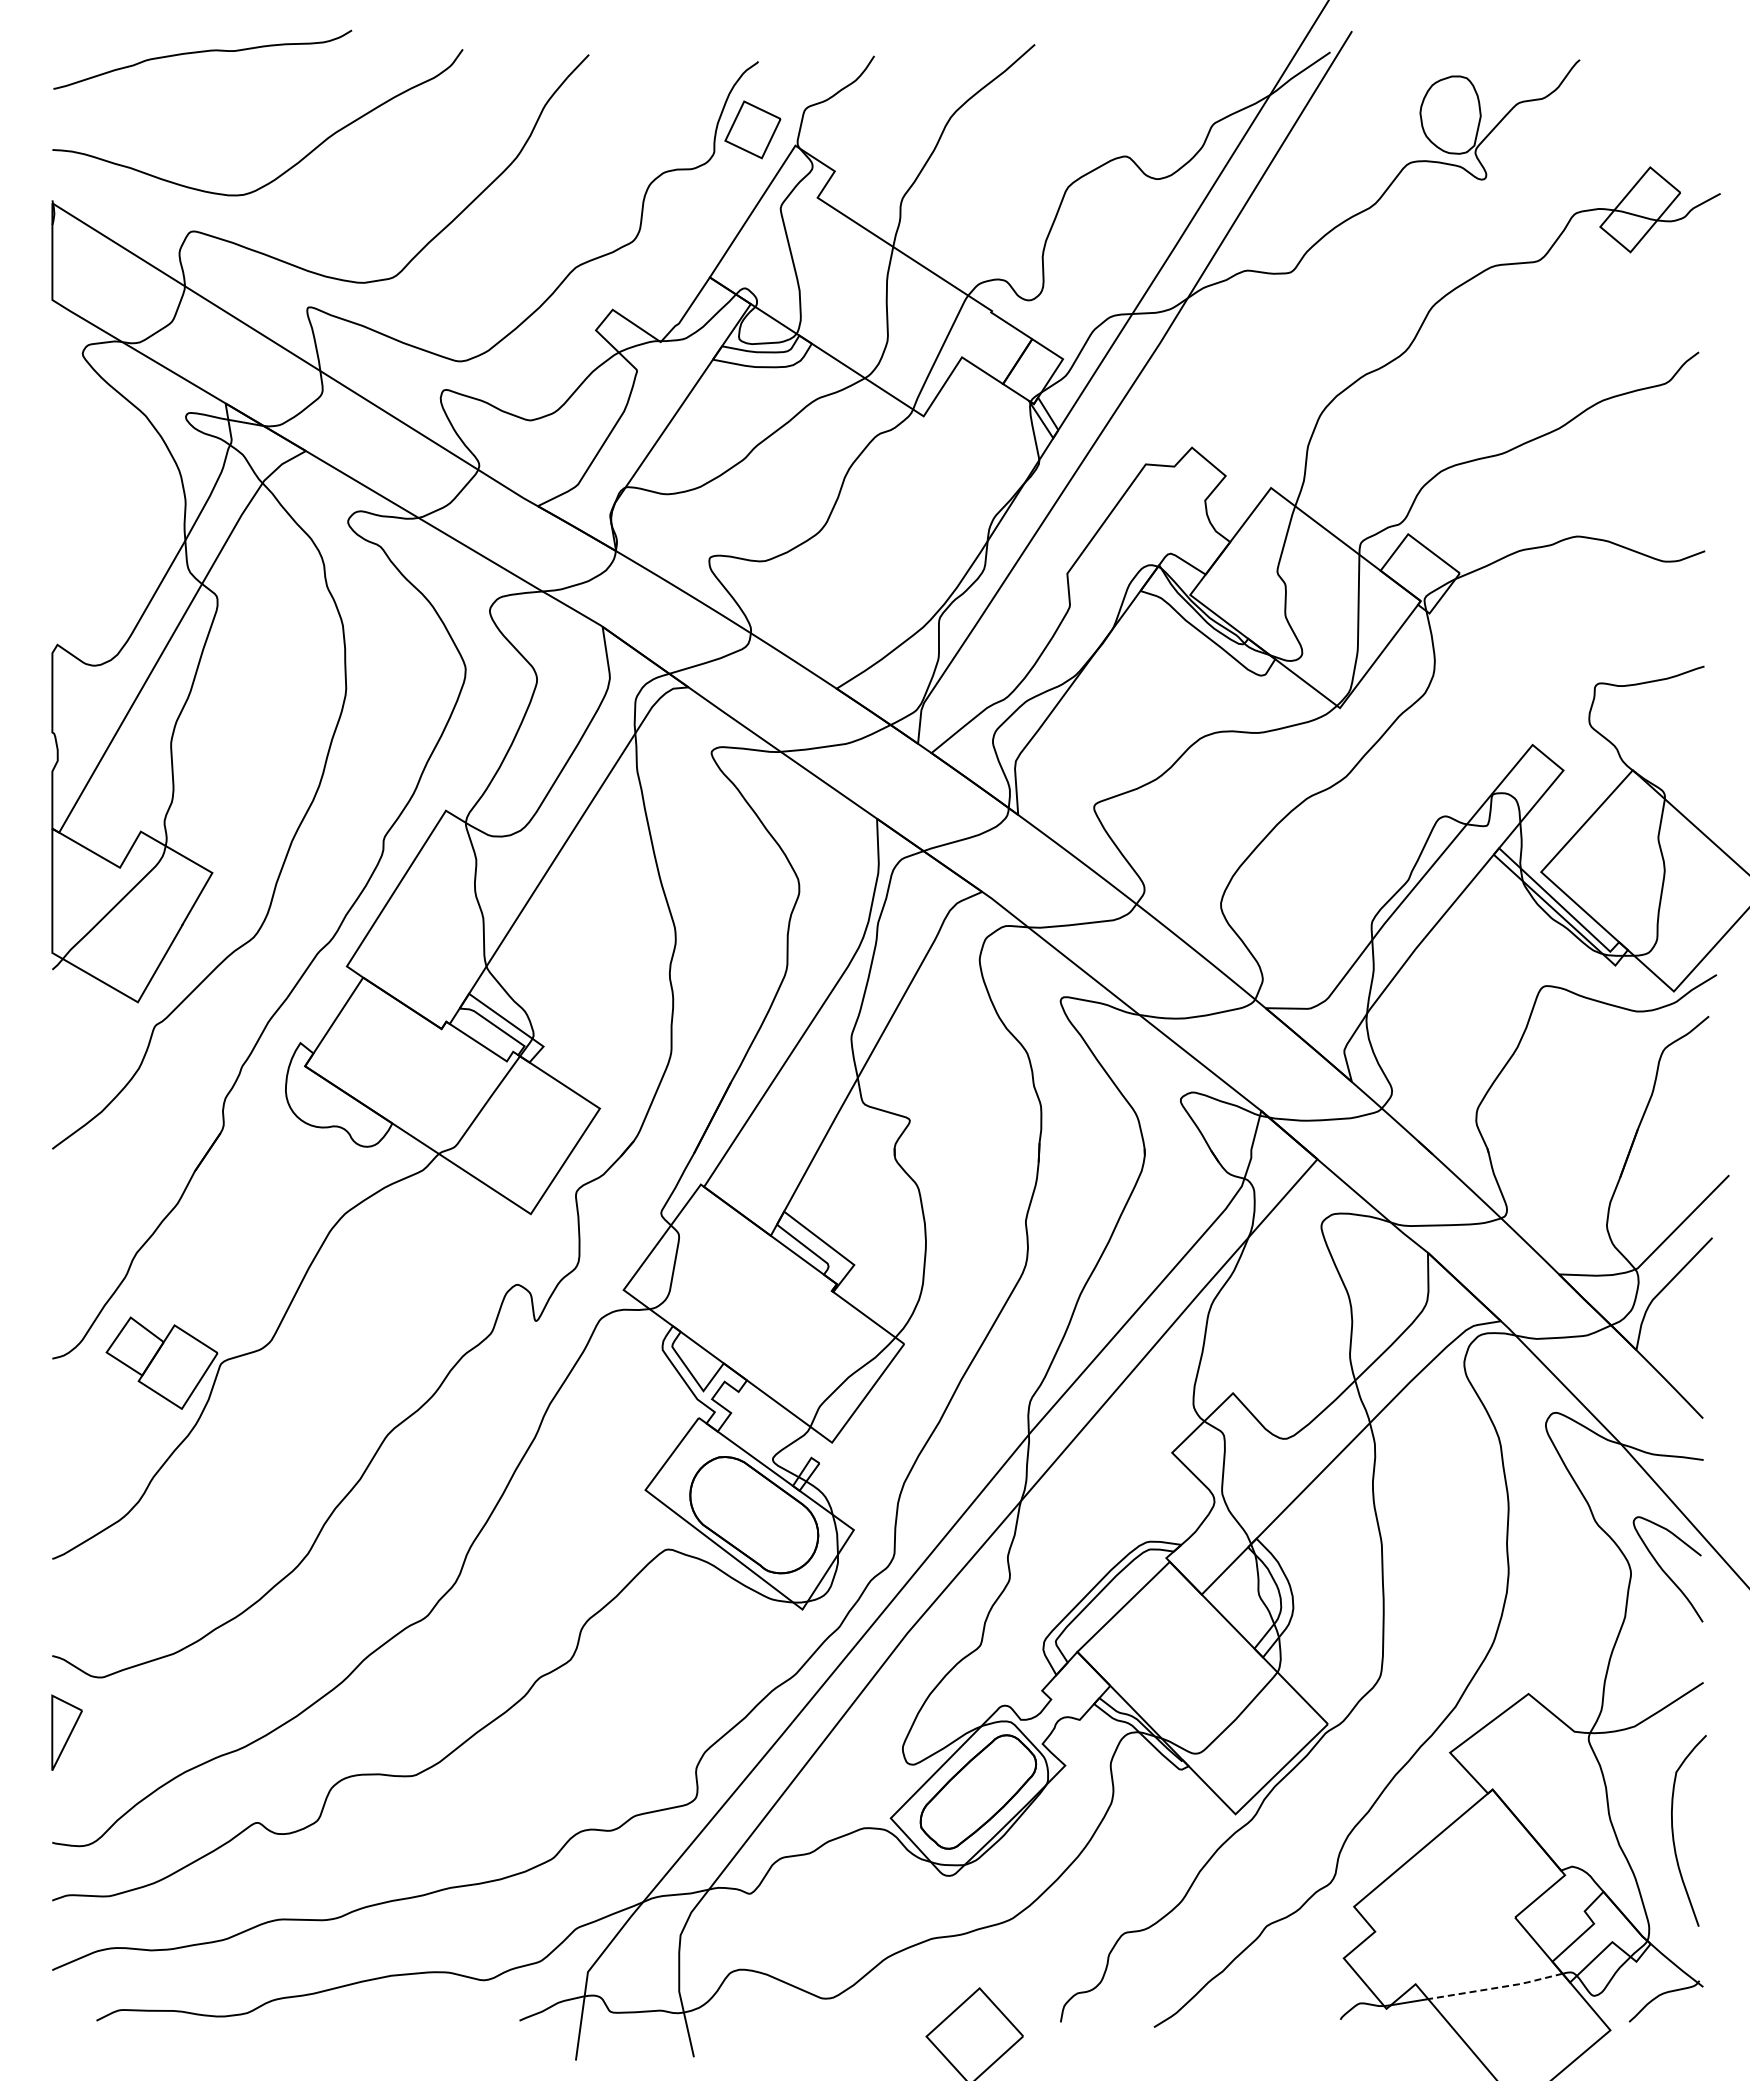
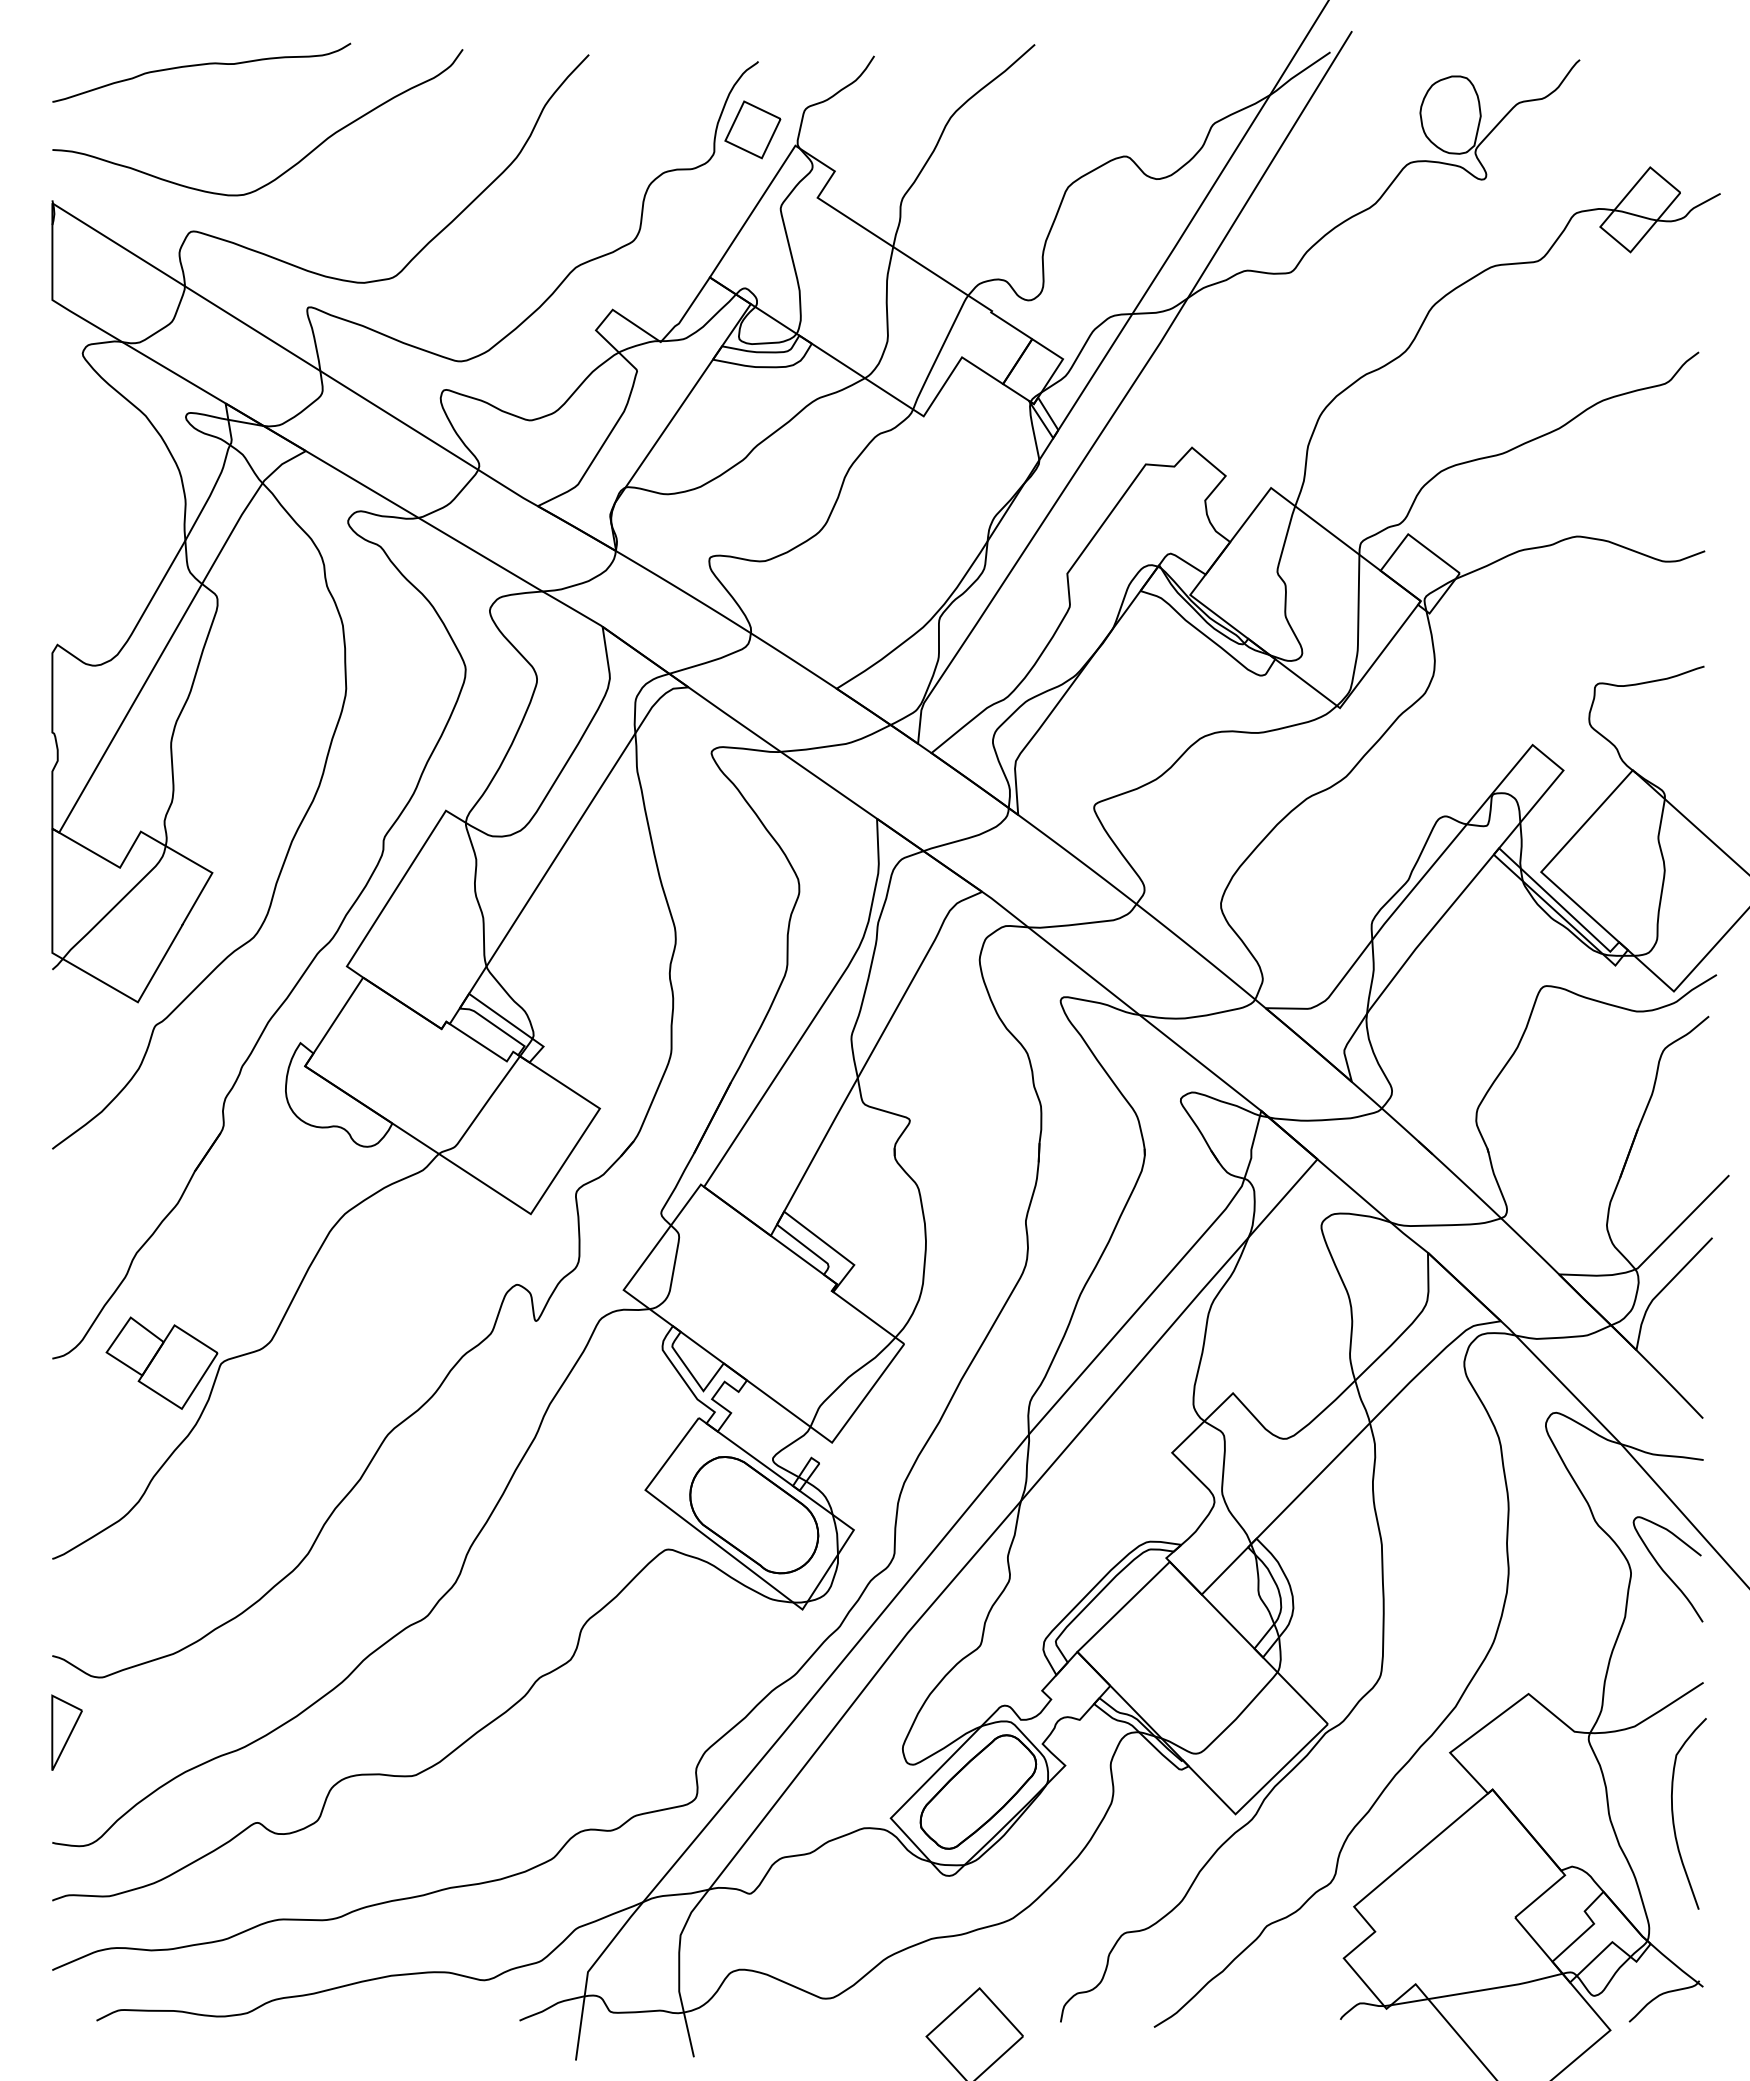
curve at (202, 52) position: (202, 52) -> (201, 65)
curve at (1673, 1830) position: (1673, 1830) -> (1673, 1813)
line at (1497, 1987): dashed -> solid
